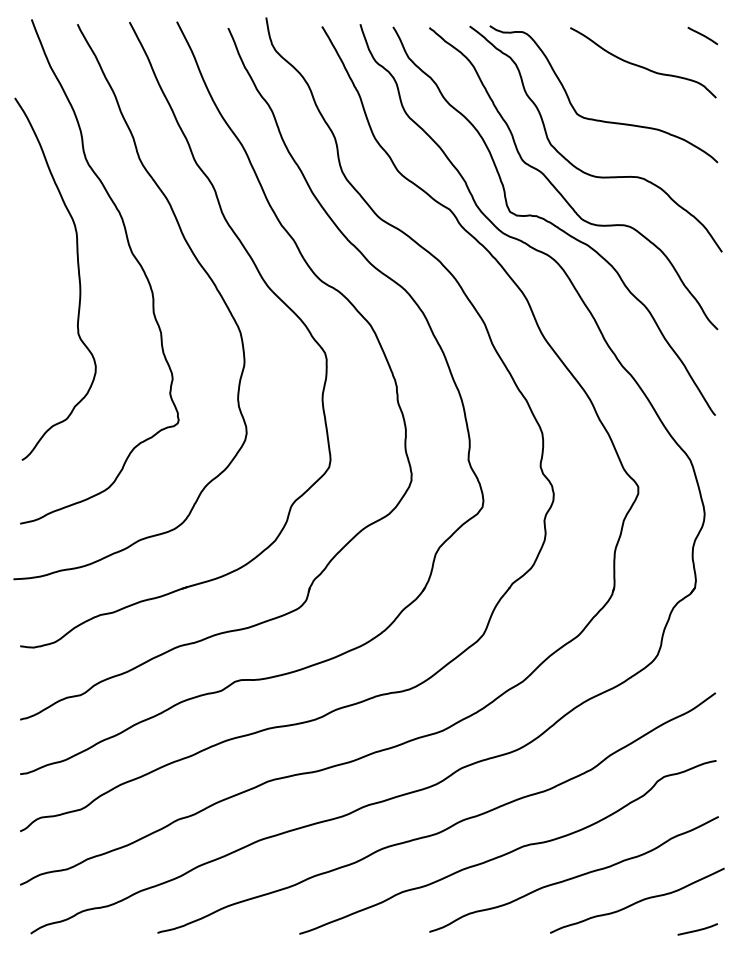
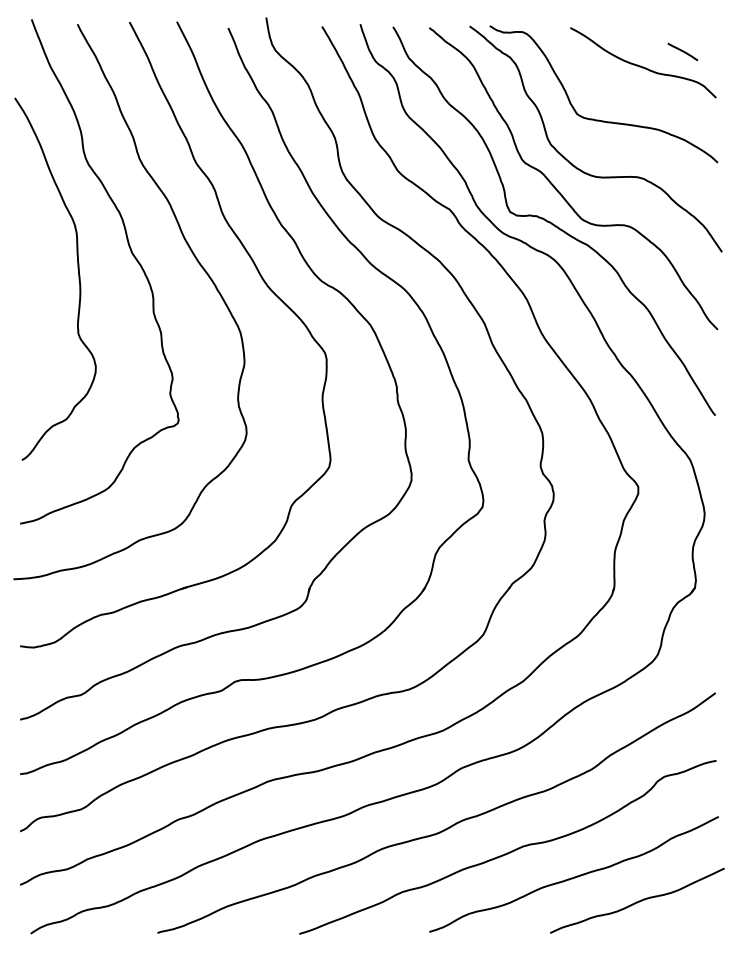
line at (702, 35) position: (702, 35) -> (682, 51)
line at (697, 929): present -> none
